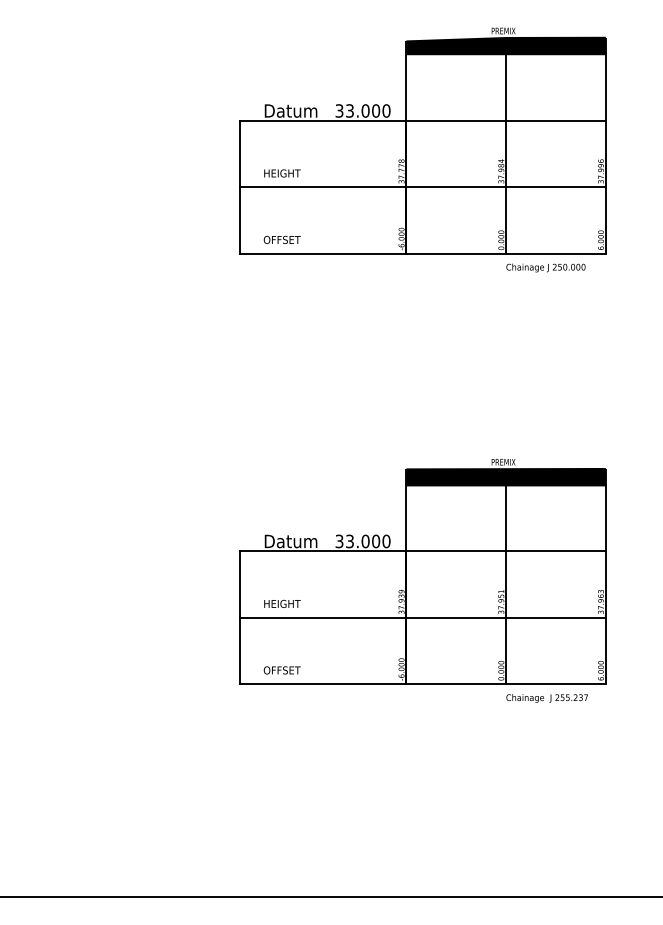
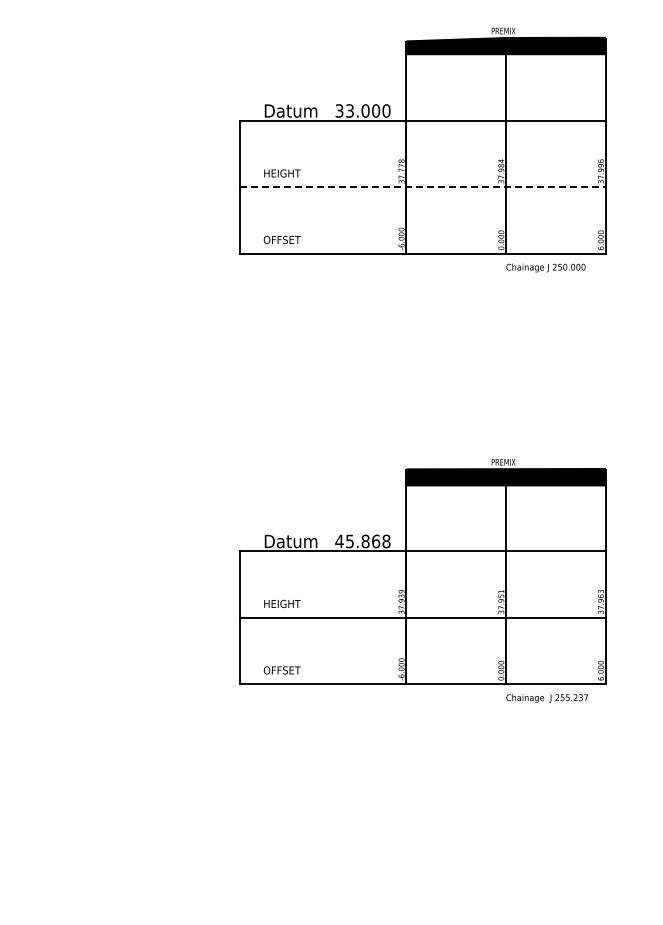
line at (423, 187): solid -> dashed
text at (362, 541): 33.000 -> 45.868
line at (330, 897): present -> none
